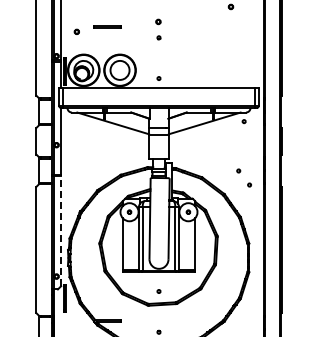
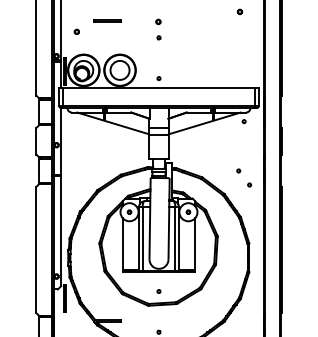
part at (230, 6) position: (230, 6) -> (239, 11)
line at (107, 26) position: (107, 26) -> (107, 20)
line at (61, 230): dashed -> solid
